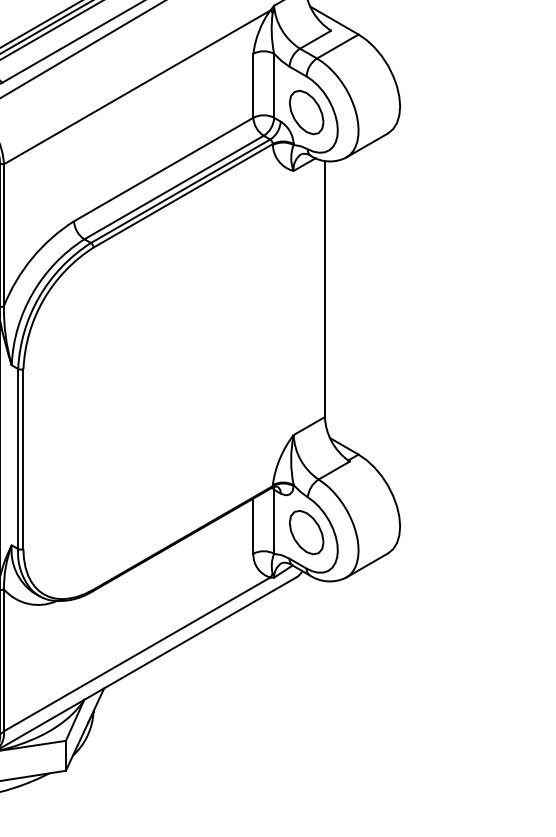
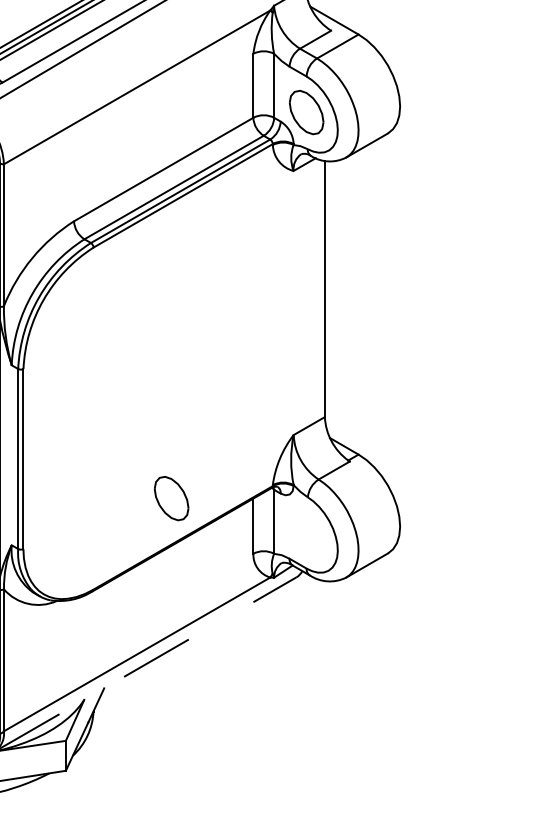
part at (306, 532) position: (306, 532) -> (171, 498)
line at (148, 662): solid -> dashed
